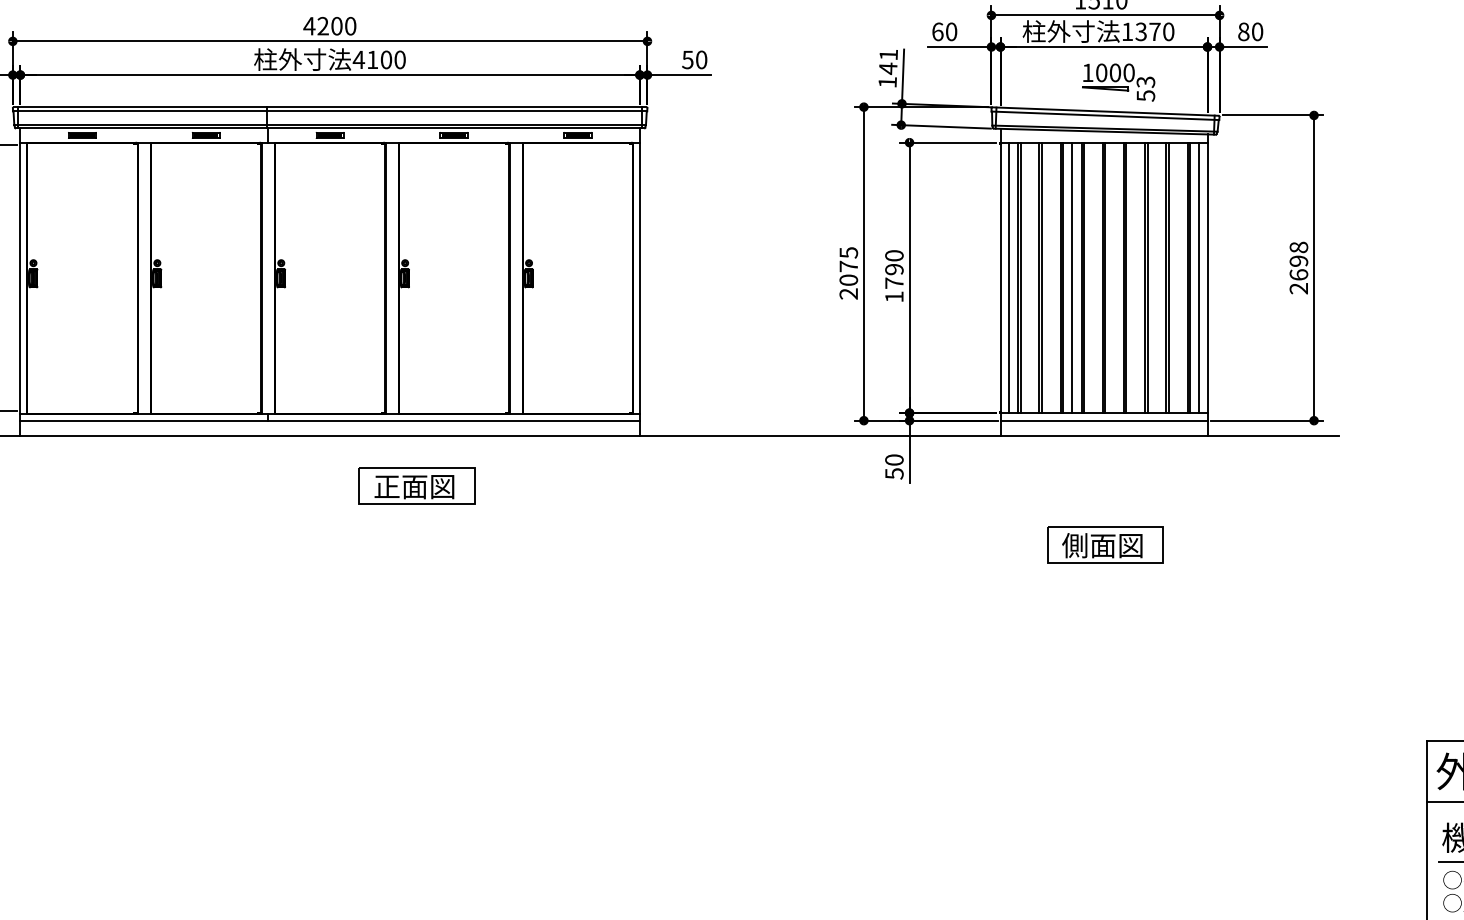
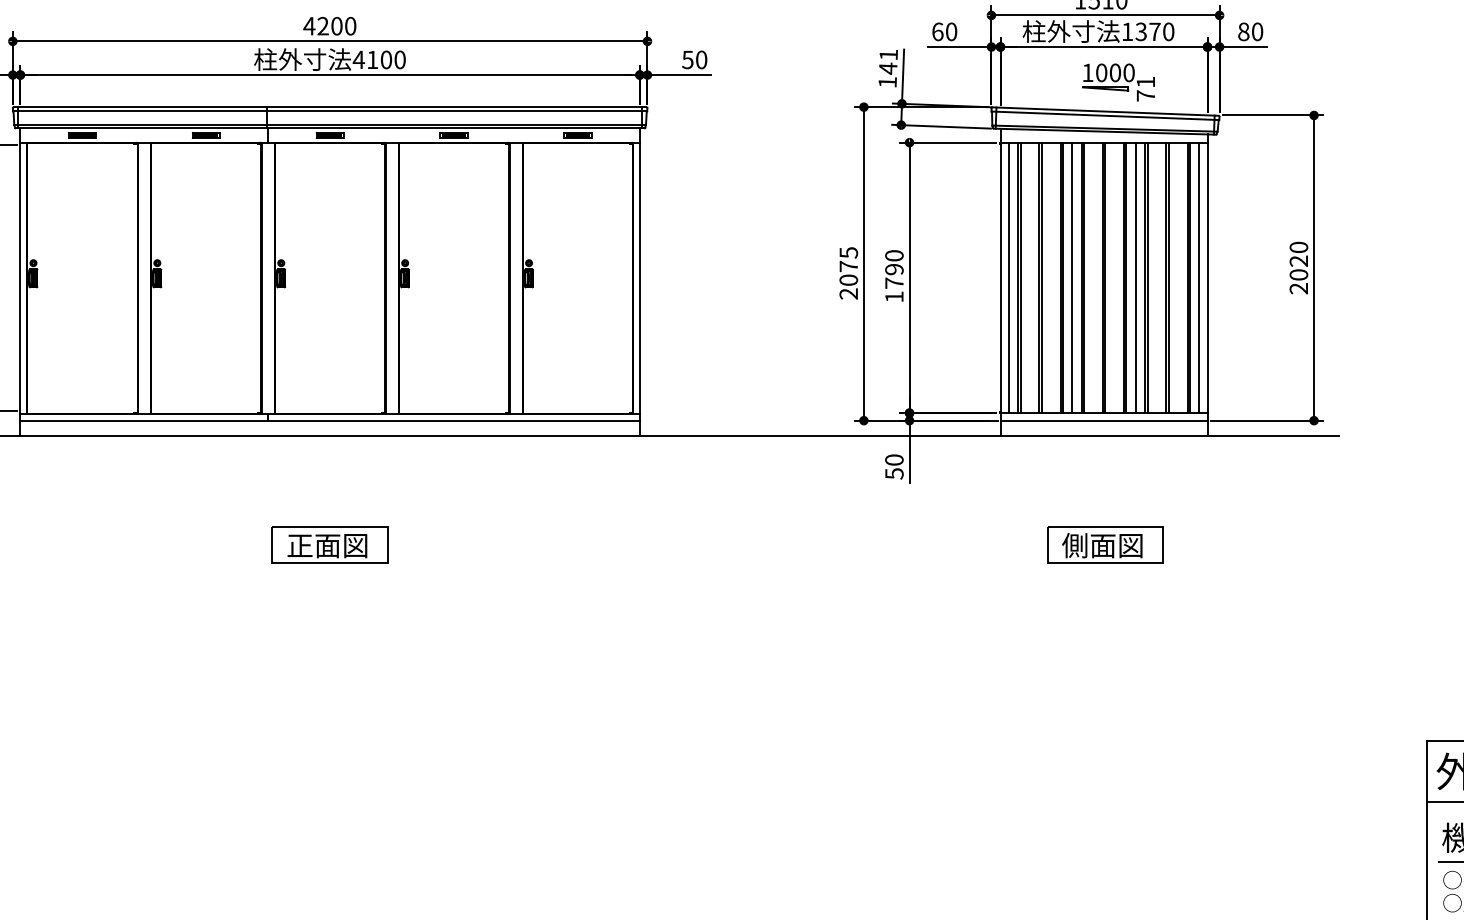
text at (1145, 88): 53 -> 71
text at (1298, 260): 2698 -> 2020
line at (1135, 277): none -> present
part at (416, 485) position: (416, 485) -> (329, 544)
